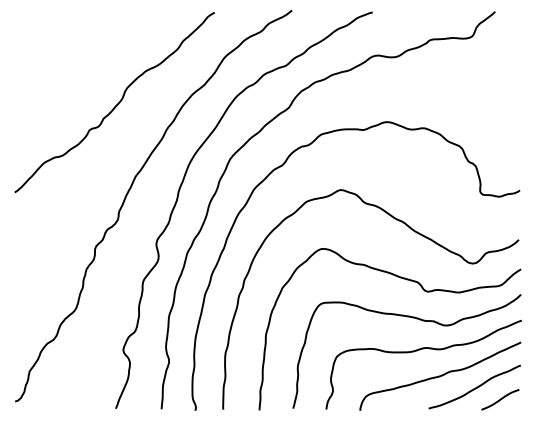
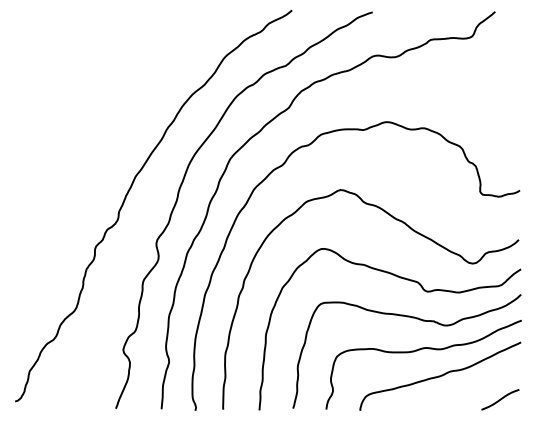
curve at (116, 104): present -> none
curve at (475, 387): present -> none
